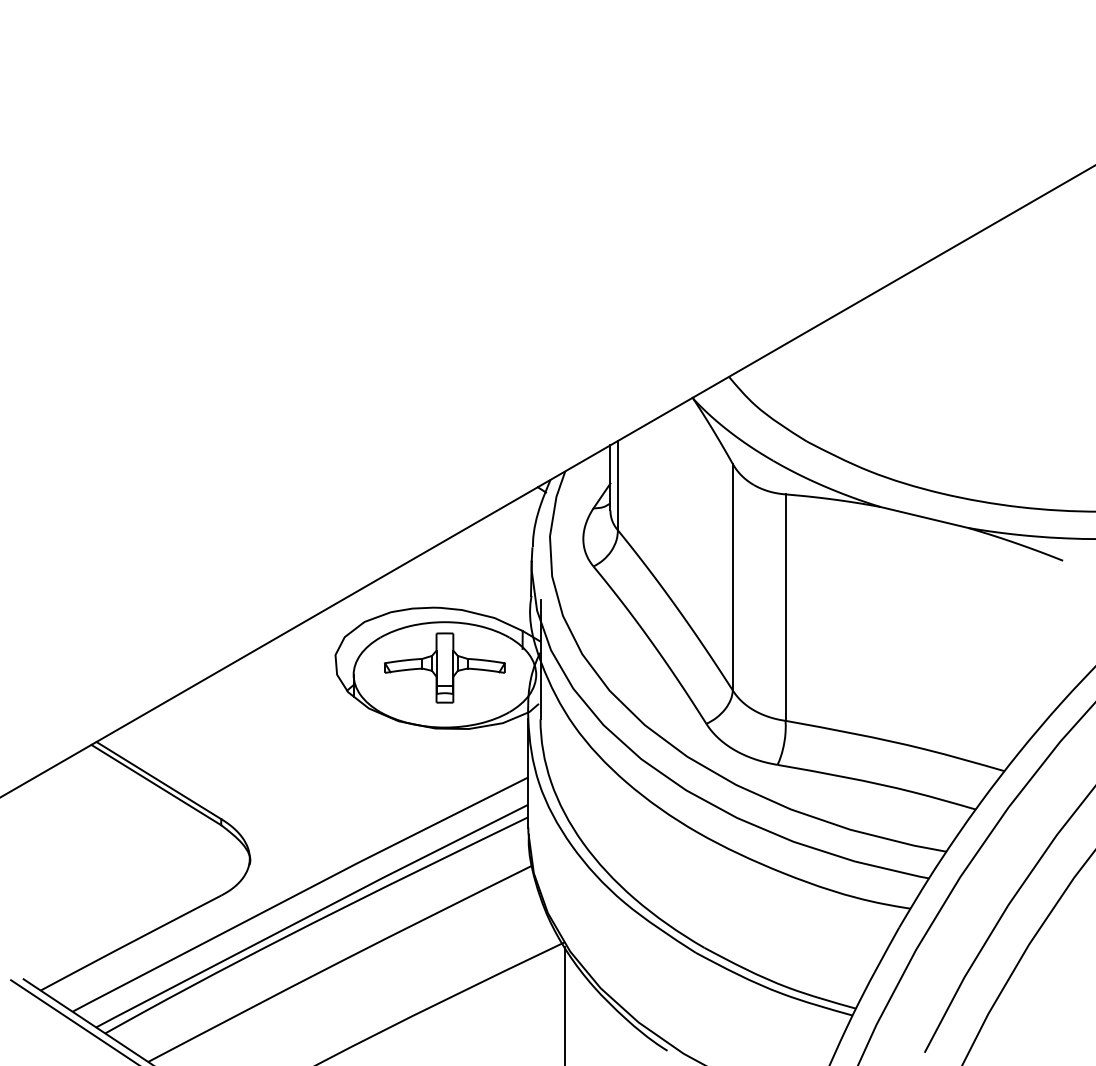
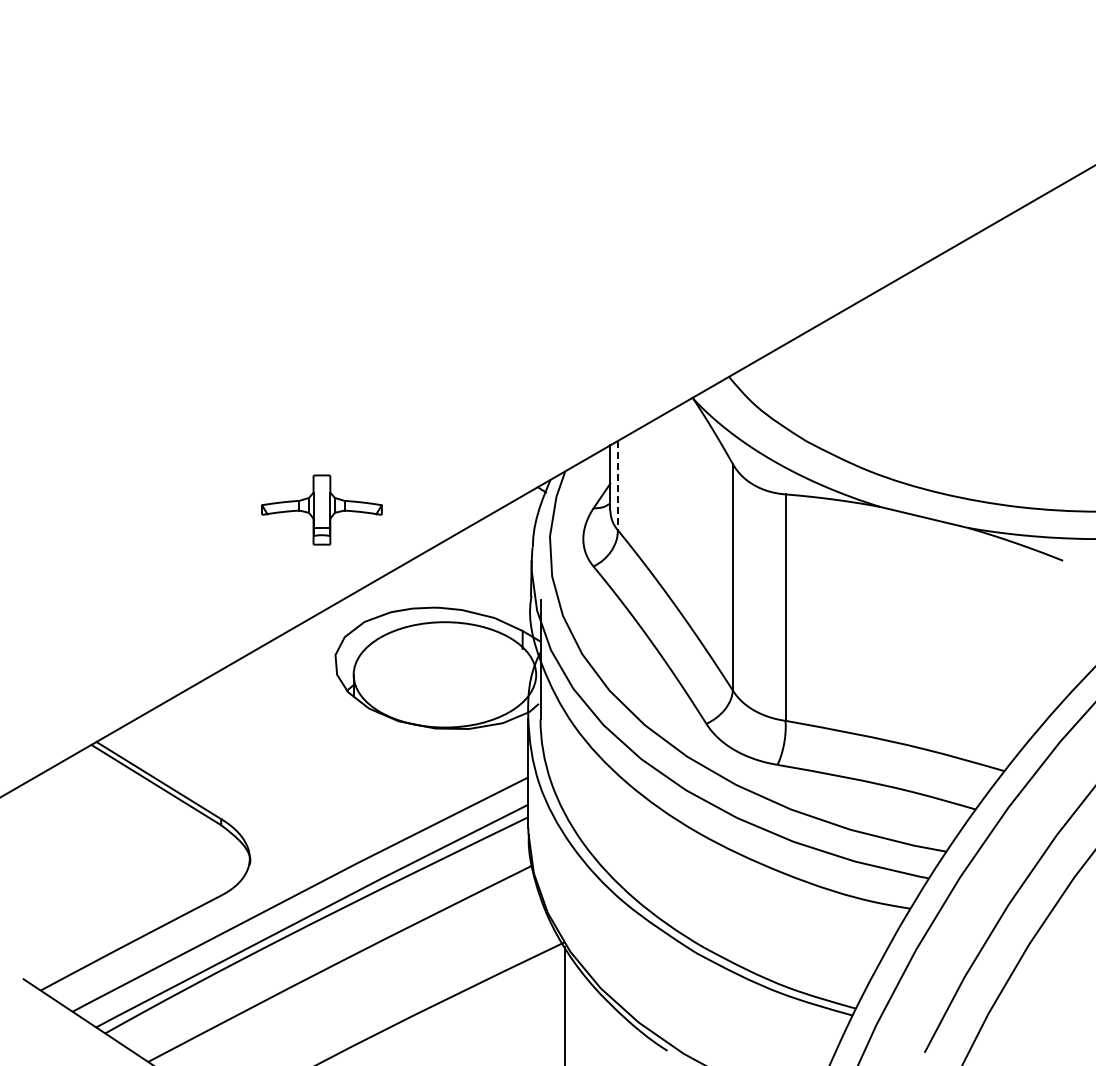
line at (617, 485): solid -> dashed
part at (444, 667) position: (444, 667) -> (321, 509)
line at (72, 1021): present -> none
